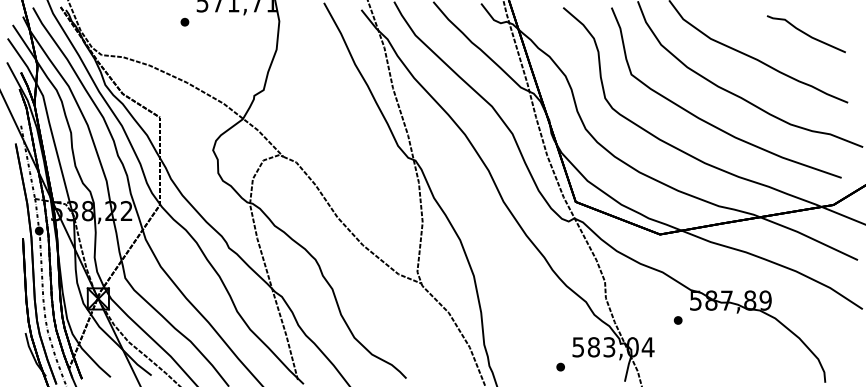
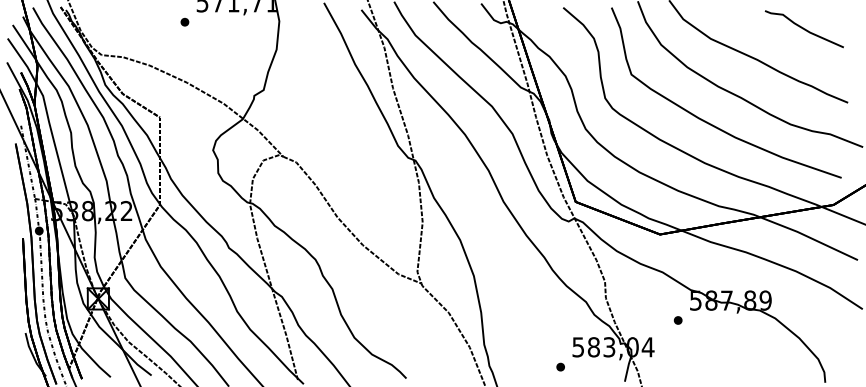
curve at (805, 34) position: (805, 34) -> (803, 29)
